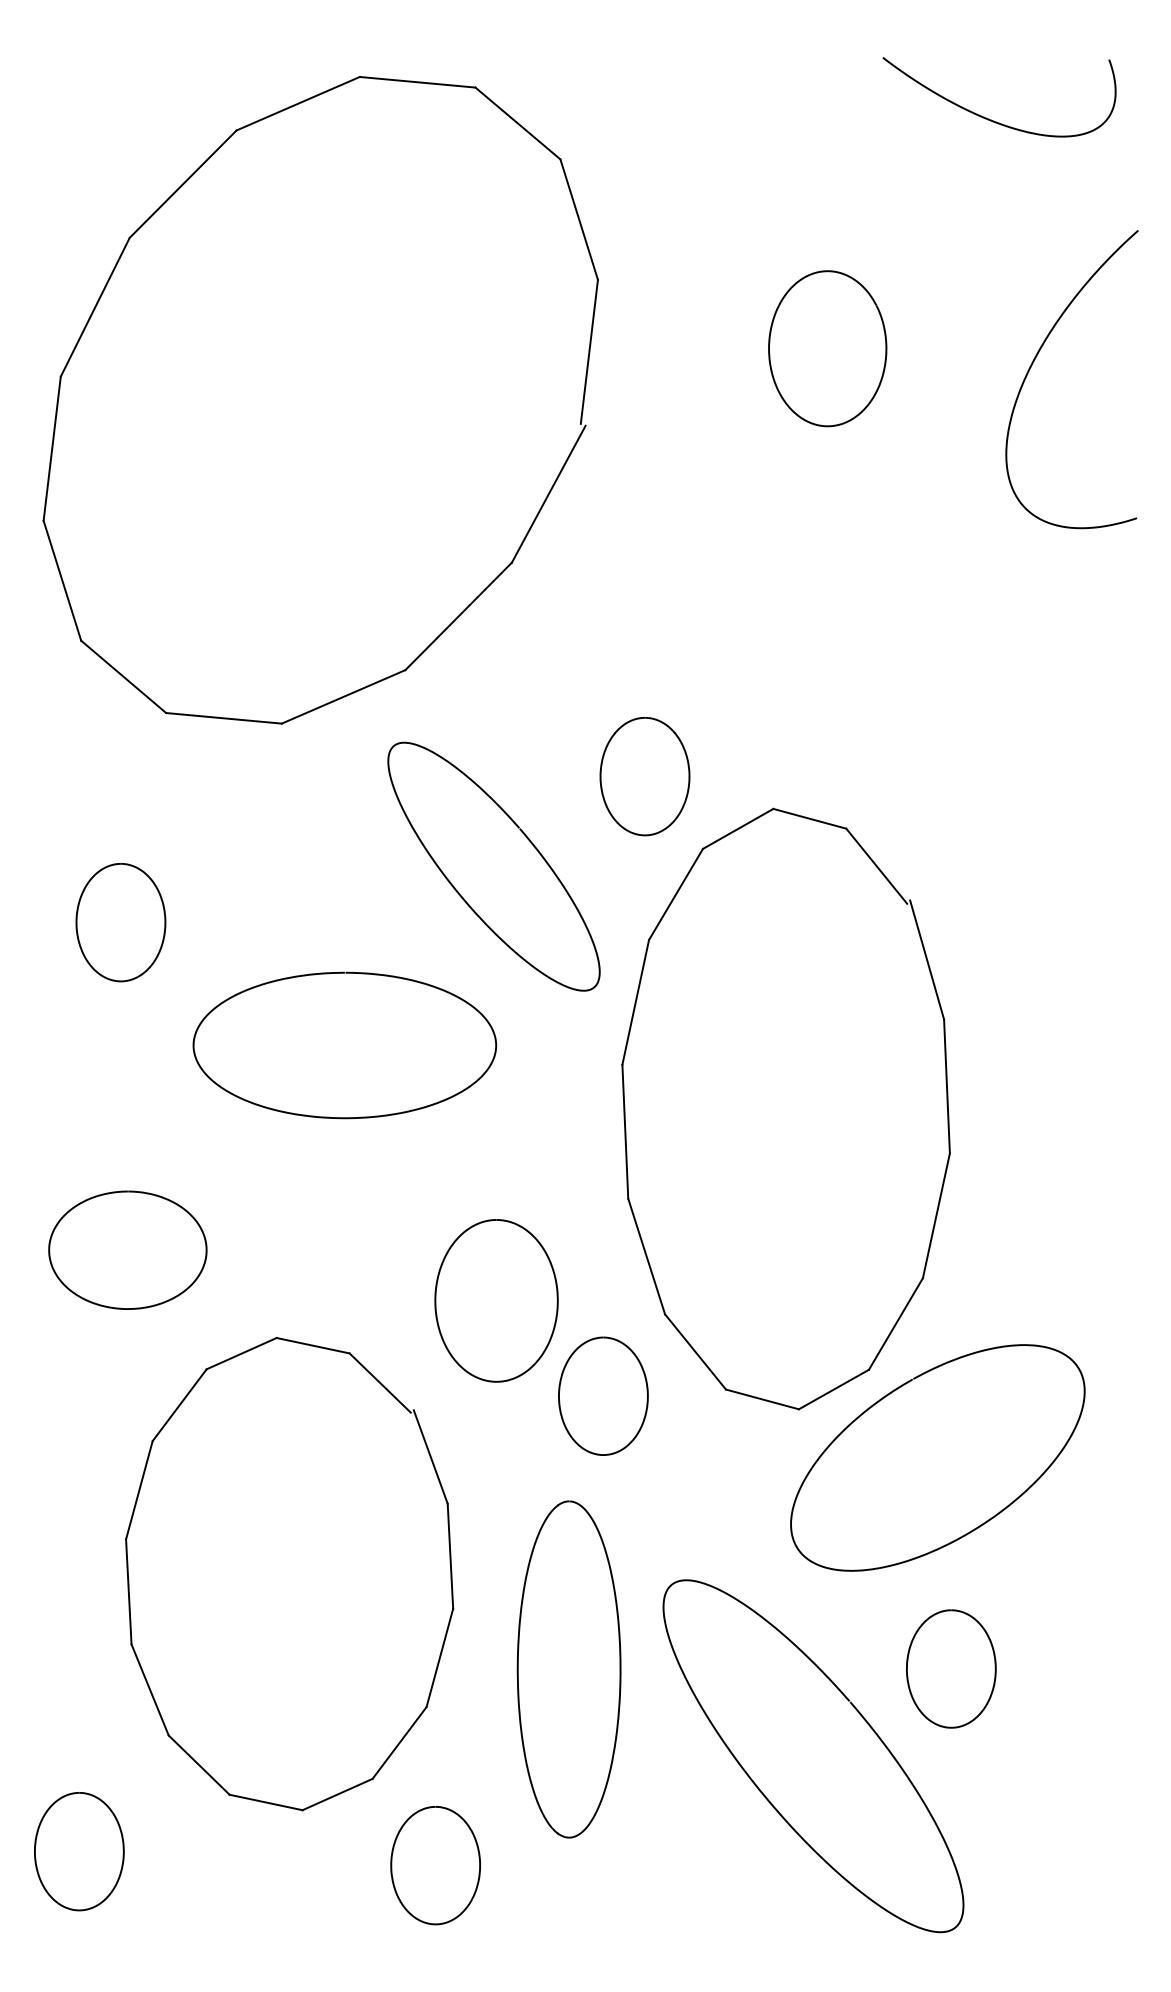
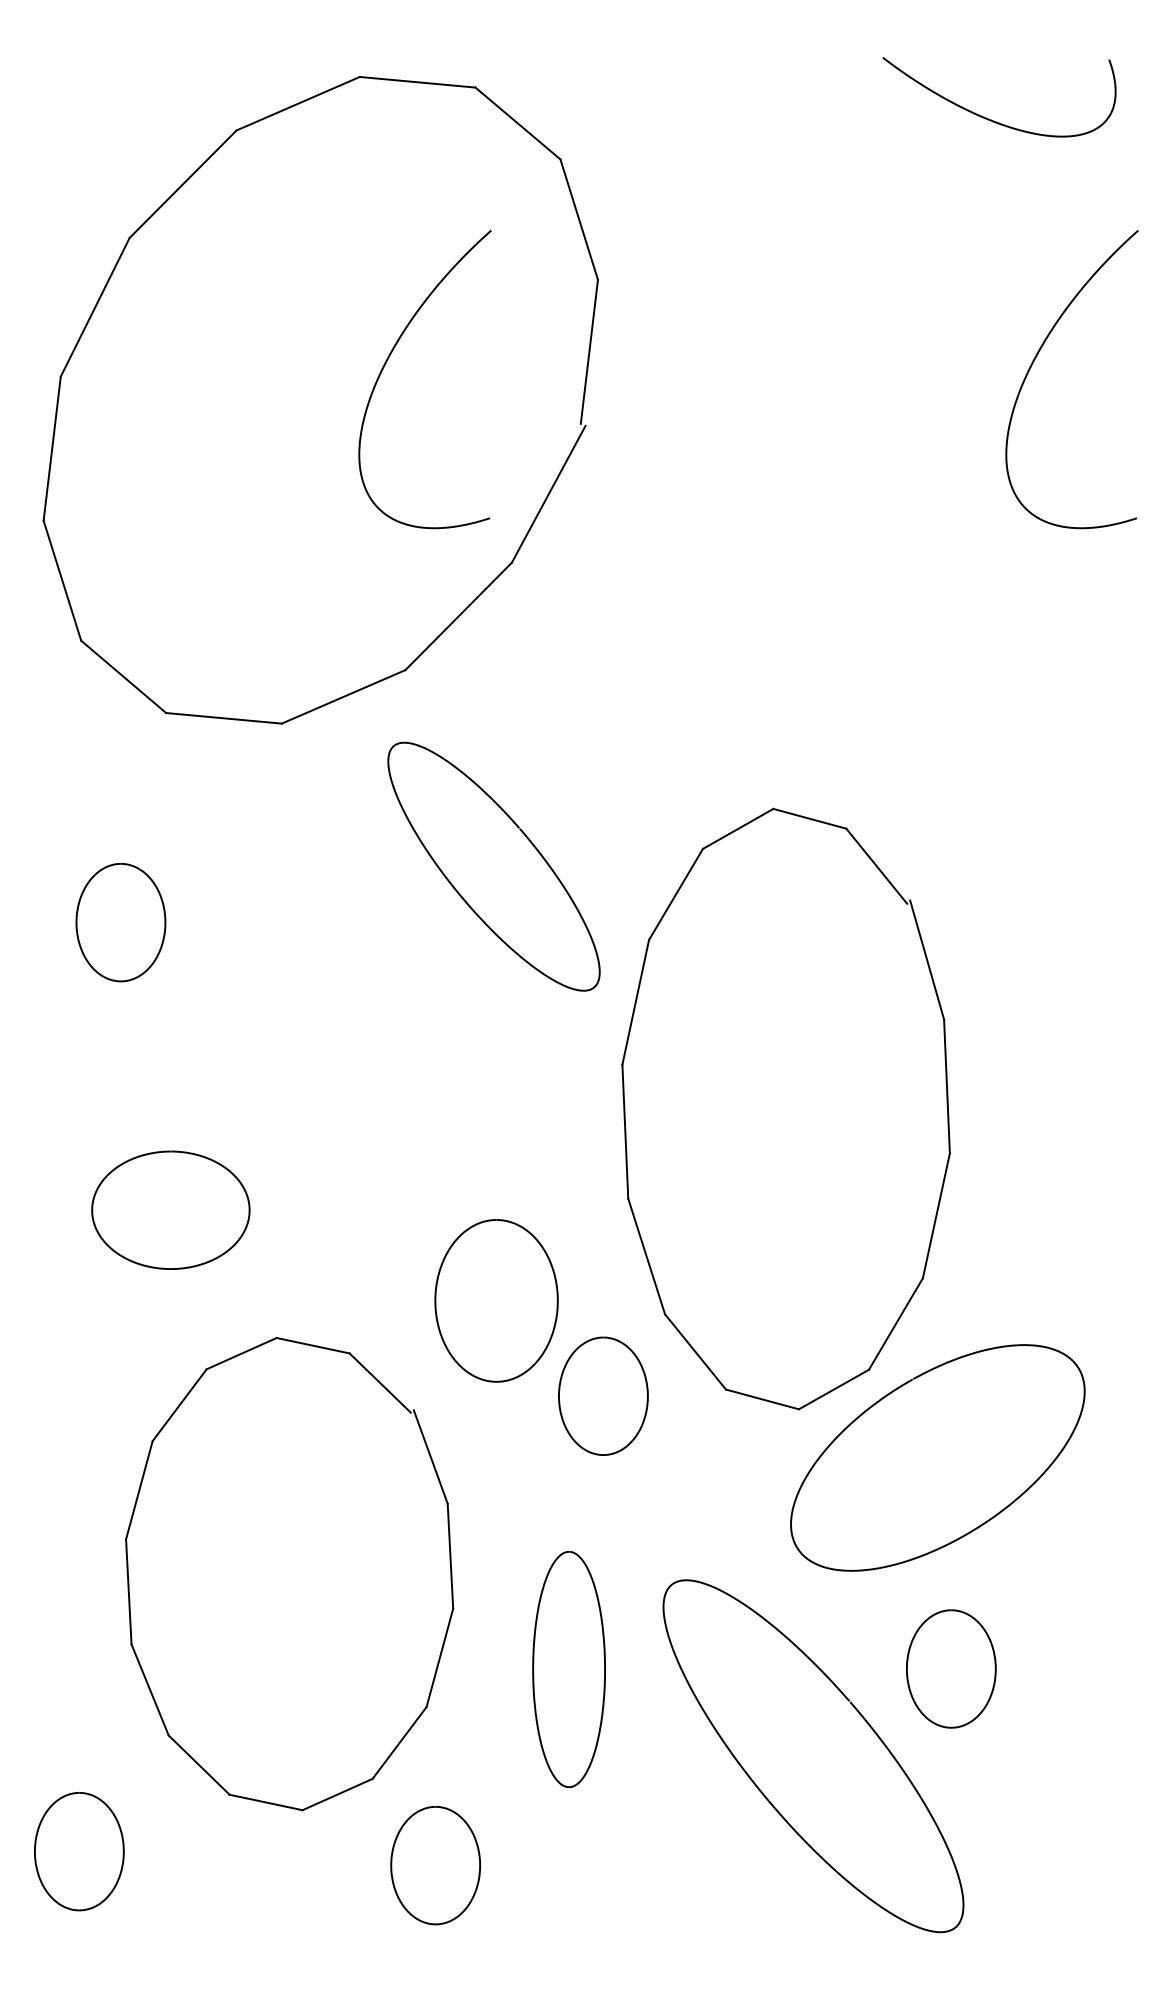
curve at (770, 343): present -> none
curve at (390, 356): none -> present
part at (644, 776): present -> none
curve at (344, 973): present -> none
curve at (127, 1192) position: (127, 1192) -> (170, 1152)
part at (568, 1669) size: 106x339 px -> 74x239 px
